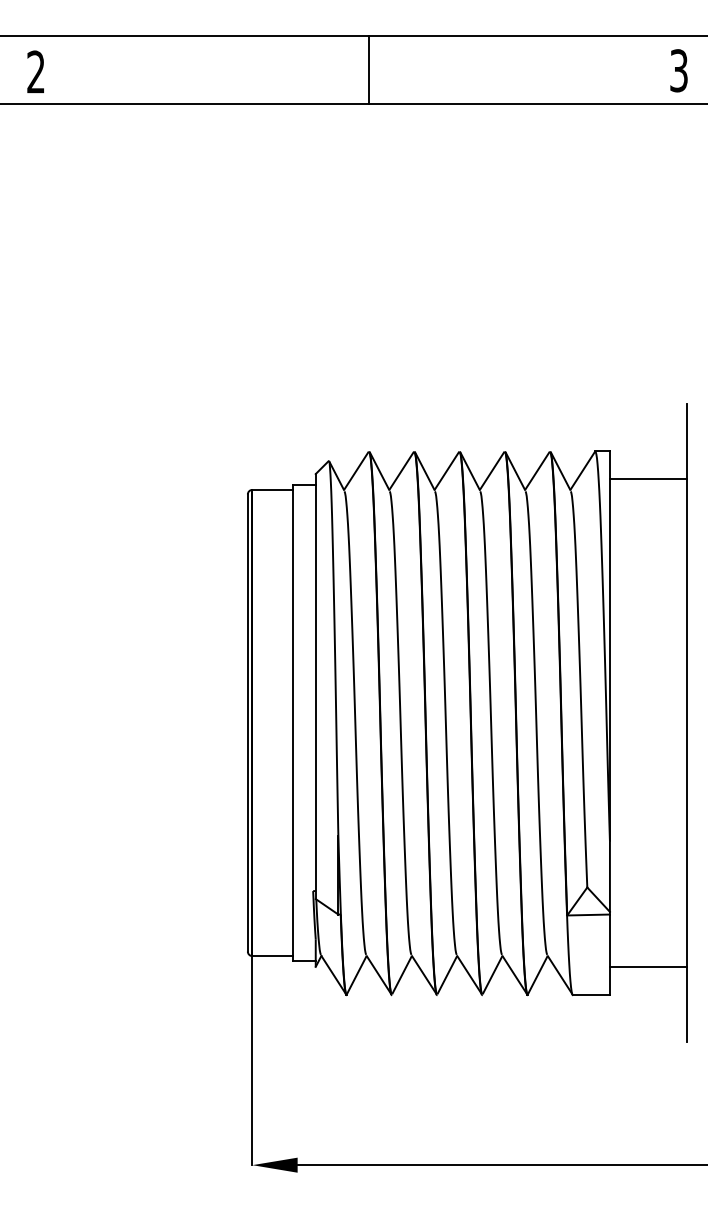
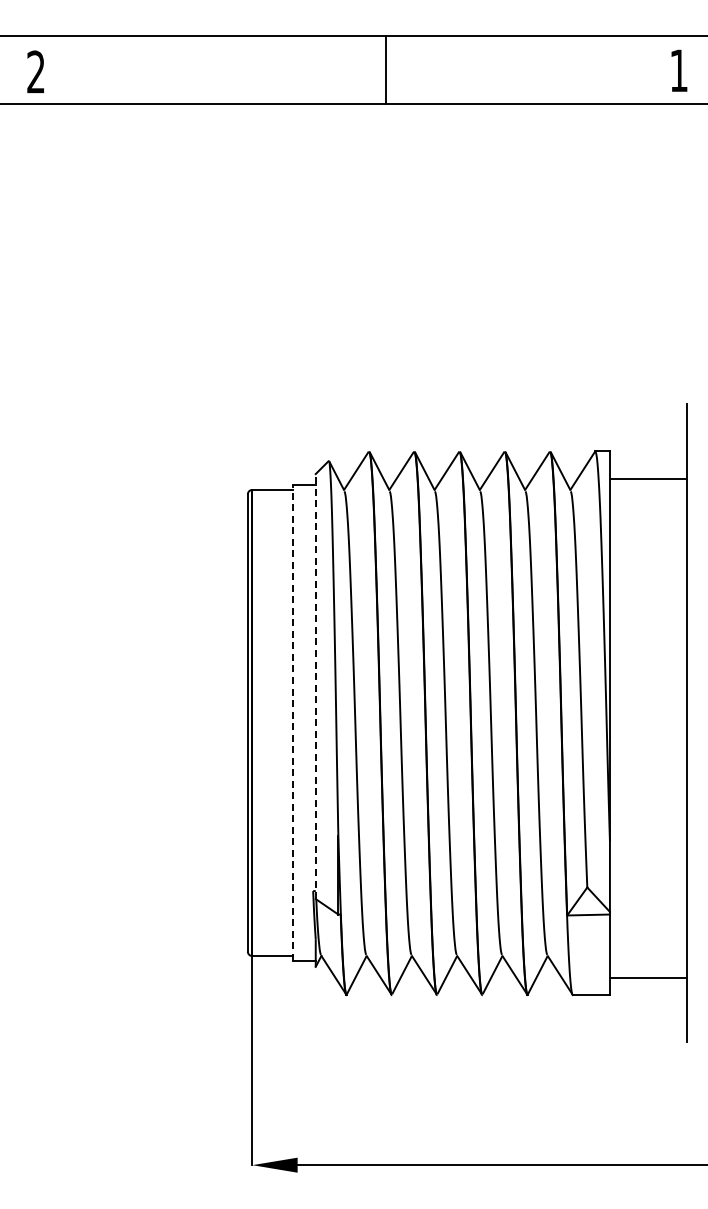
line at (368, 70) position: (368, 70) -> (385, 70)
text at (678, 70): 3 -> 1
line at (315, 686): solid -> dashed
line at (293, 723): solid -> dashed
line at (647, 967) position: (647, 967) -> (647, 978)
